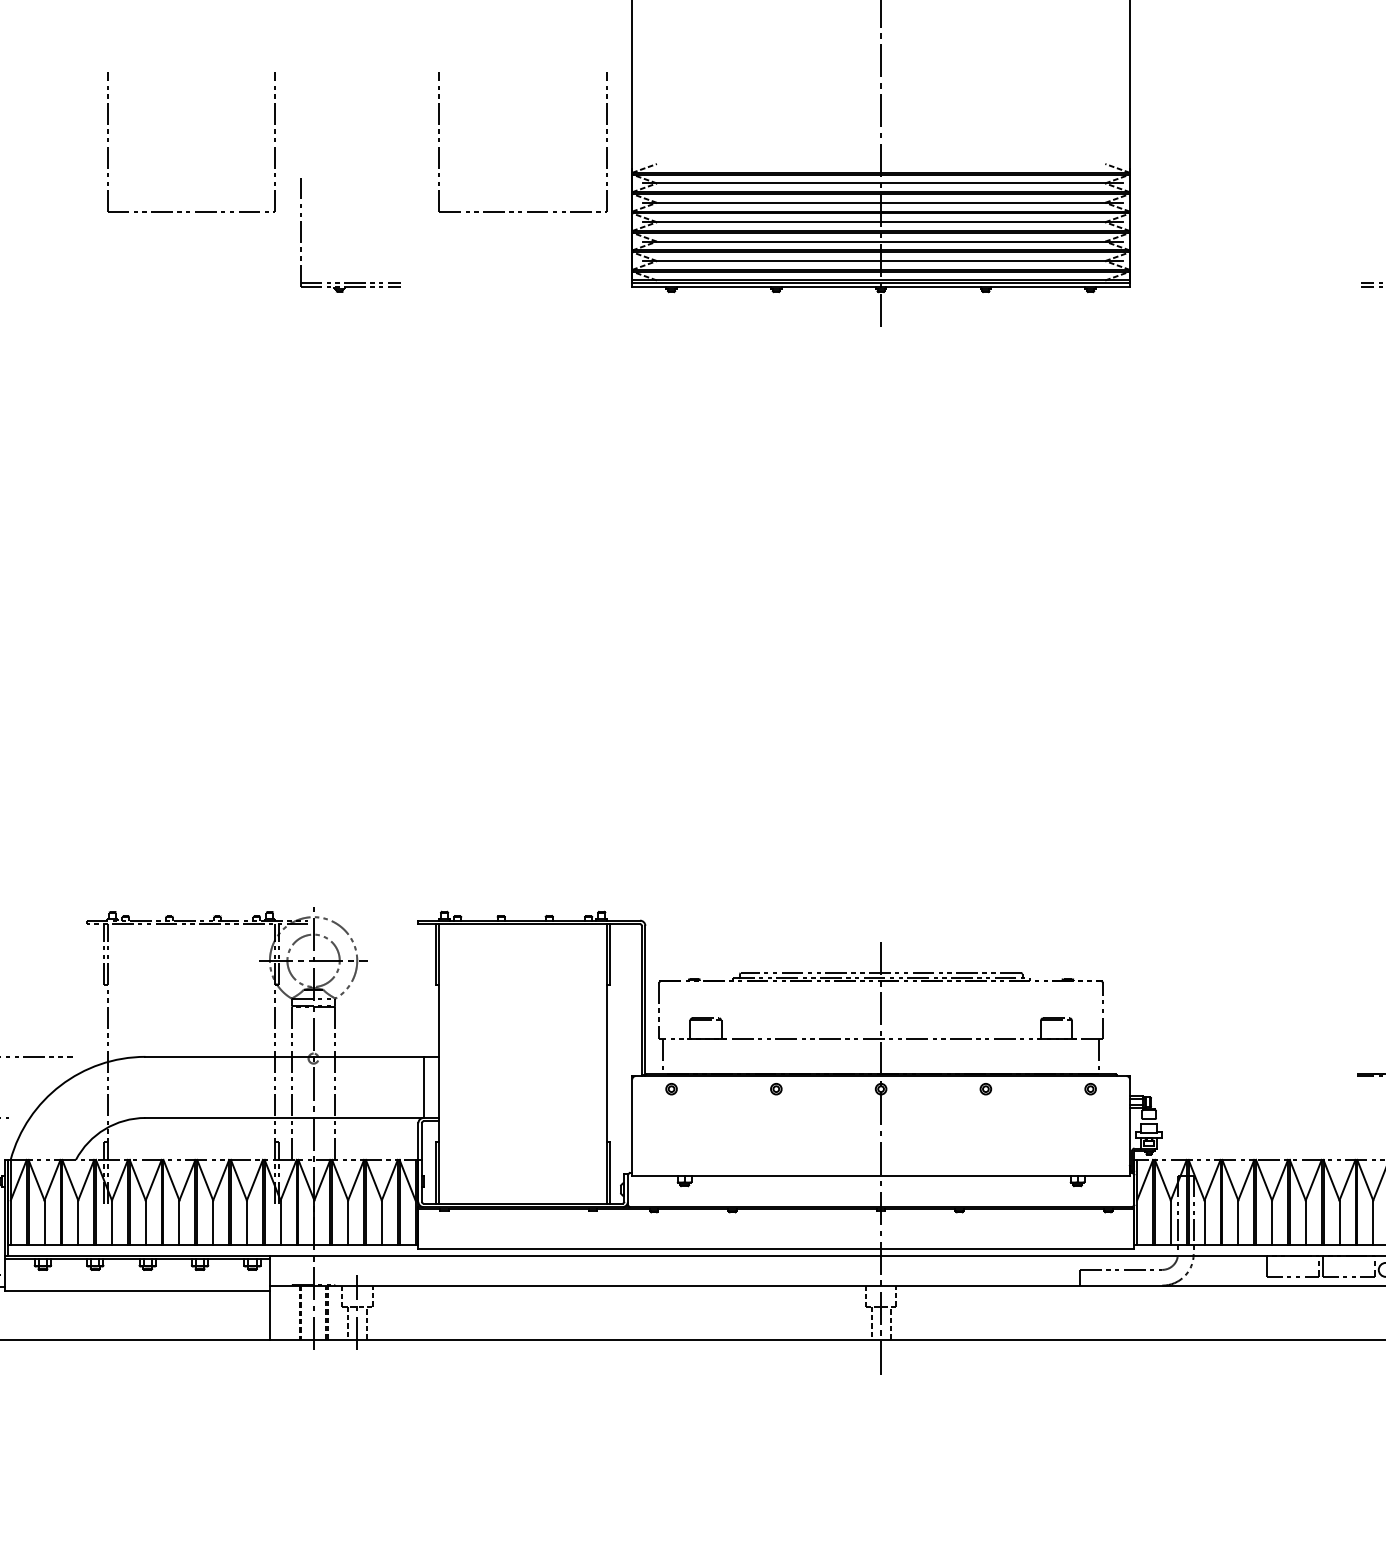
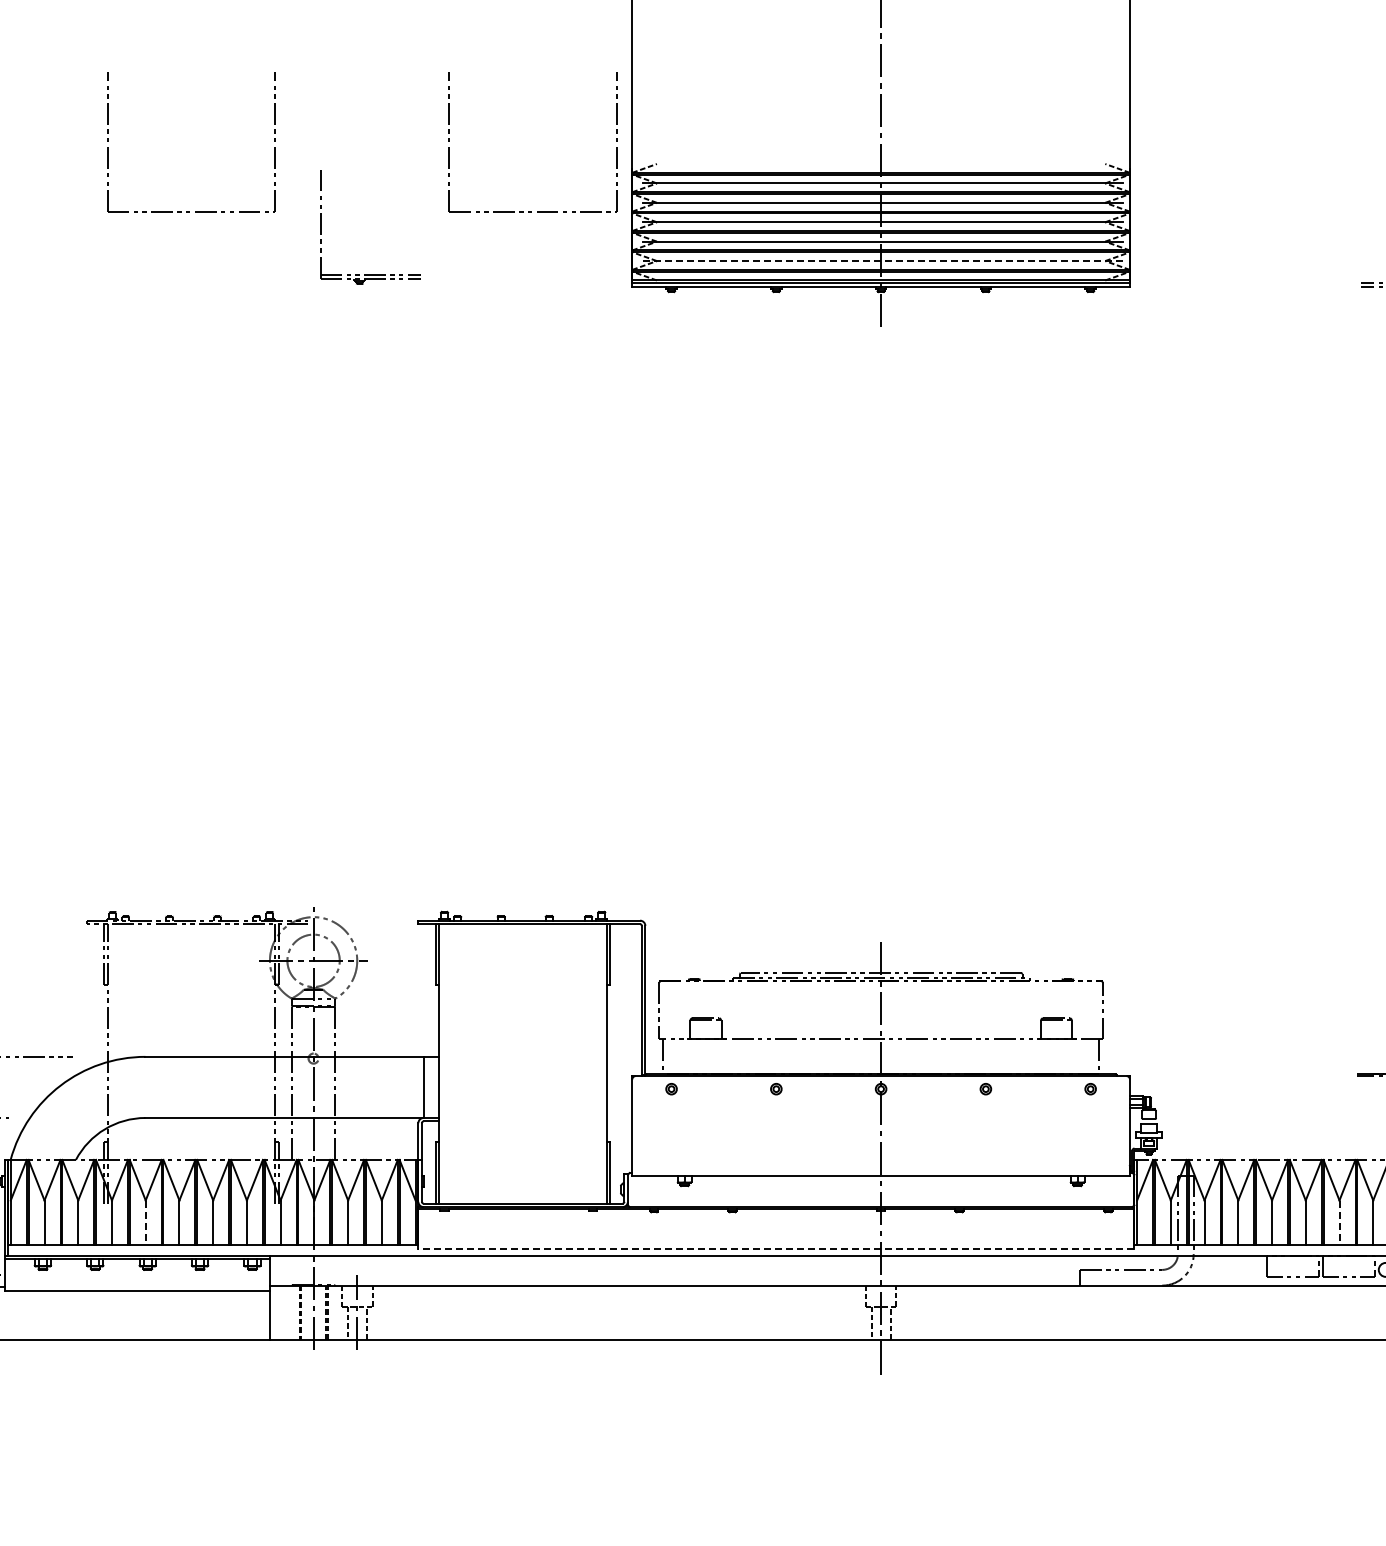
part at (521, 211) position: (521, 211) -> (531, 211)
line at (882, 261): solid -> dashed
part at (350, 282) position: (350, 282) -> (370, 274)
line at (145, 1223): solid -> dashed
line at (1339, 1223): solid -> dashed
line at (776, 1248): solid -> dashed
